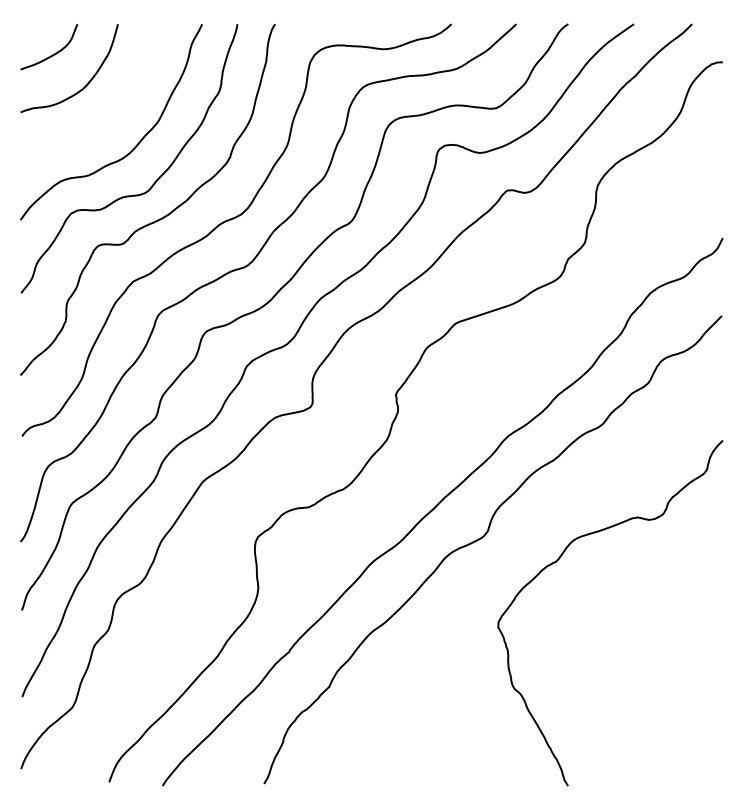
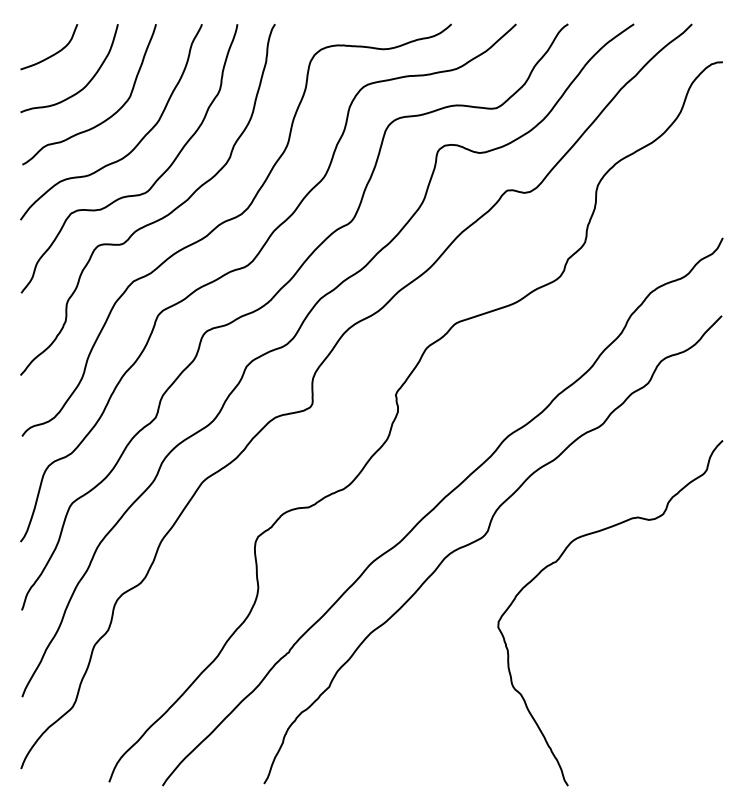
curve at (106, 118): none -> present
